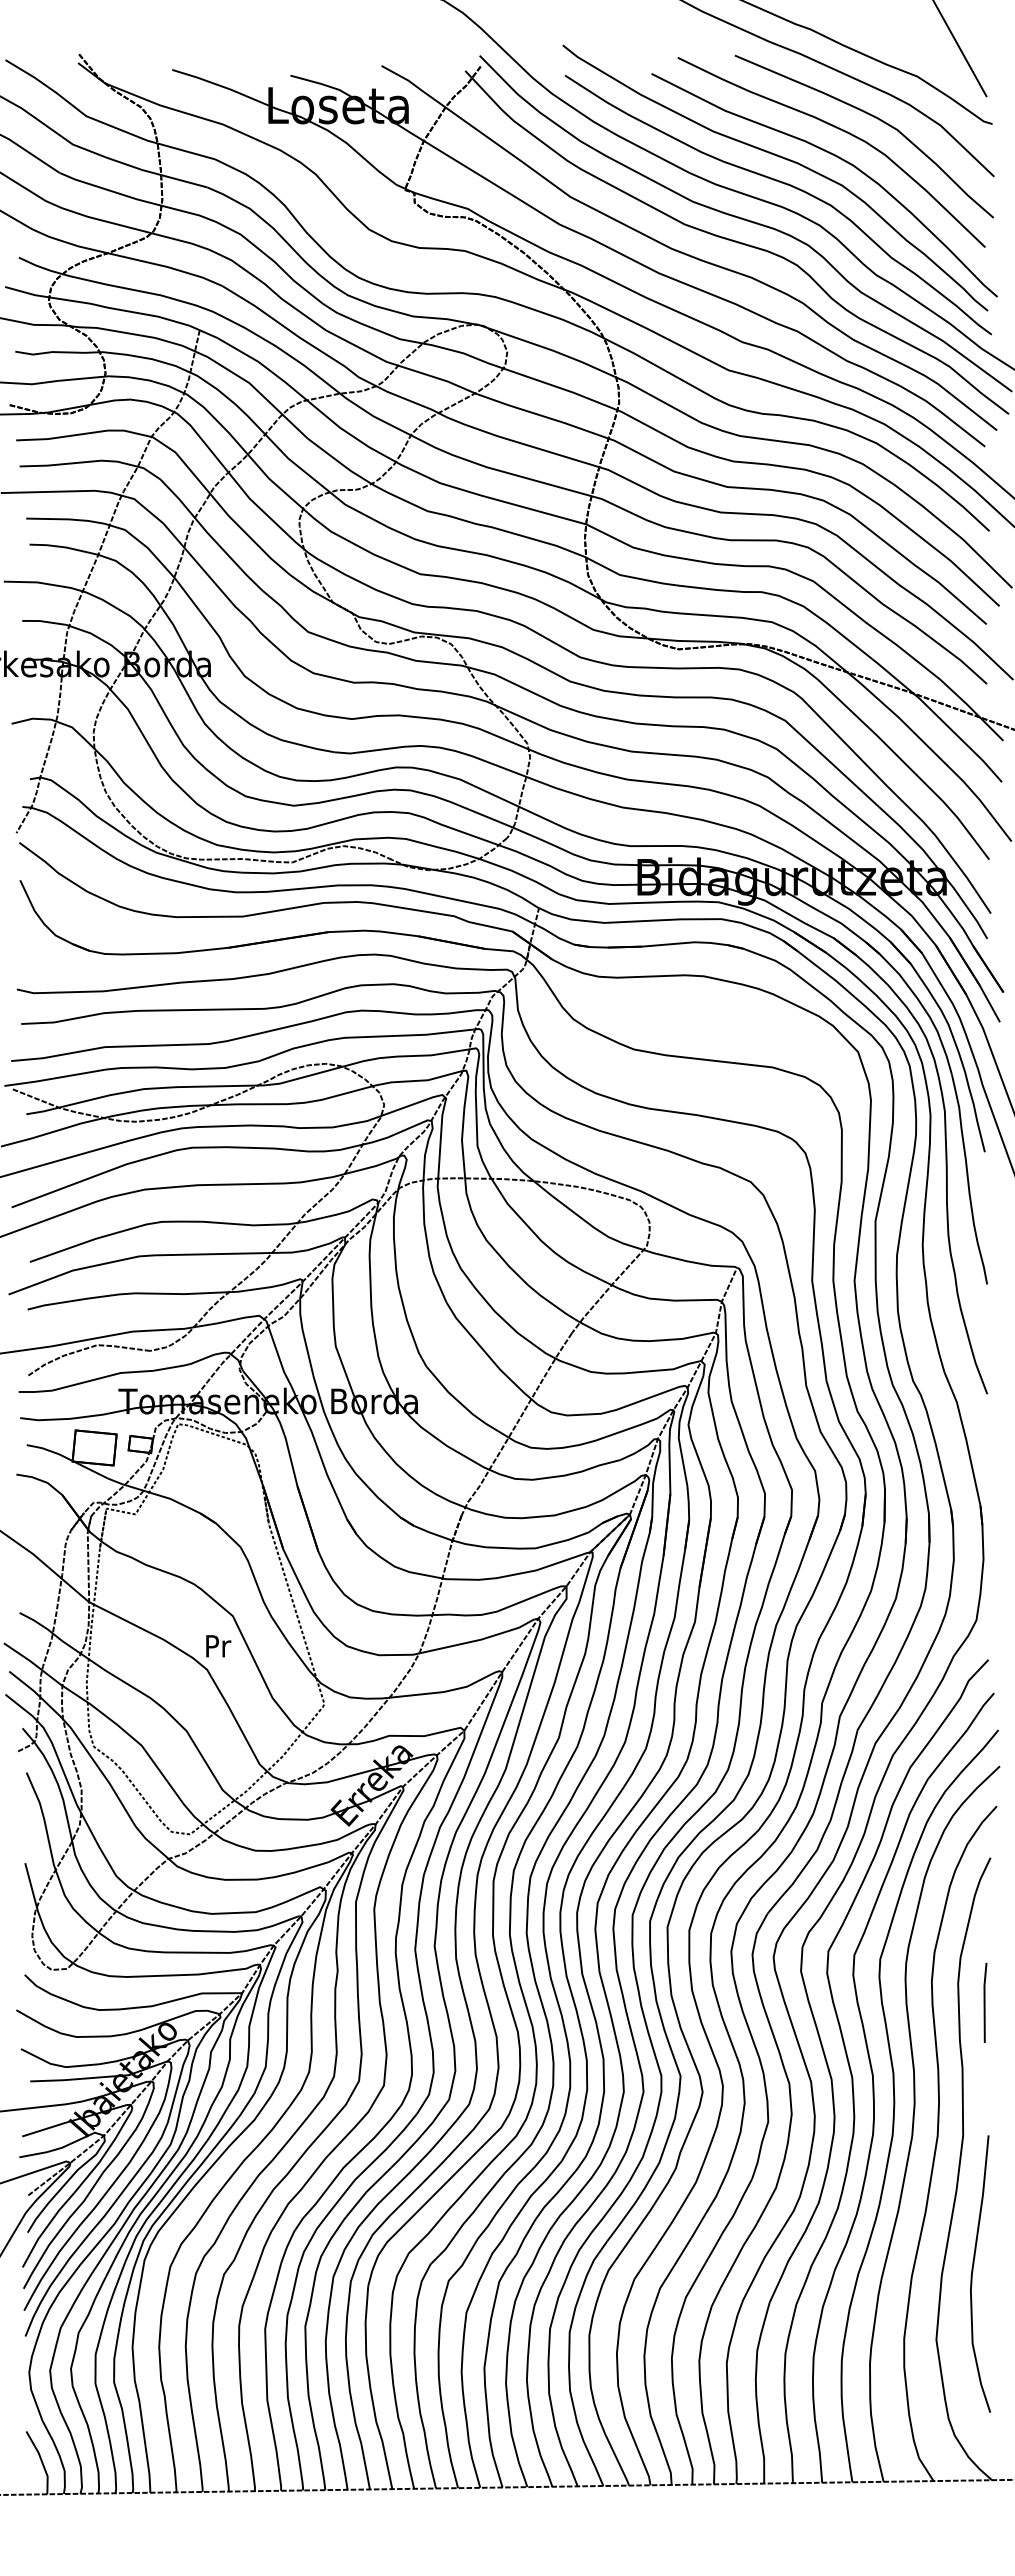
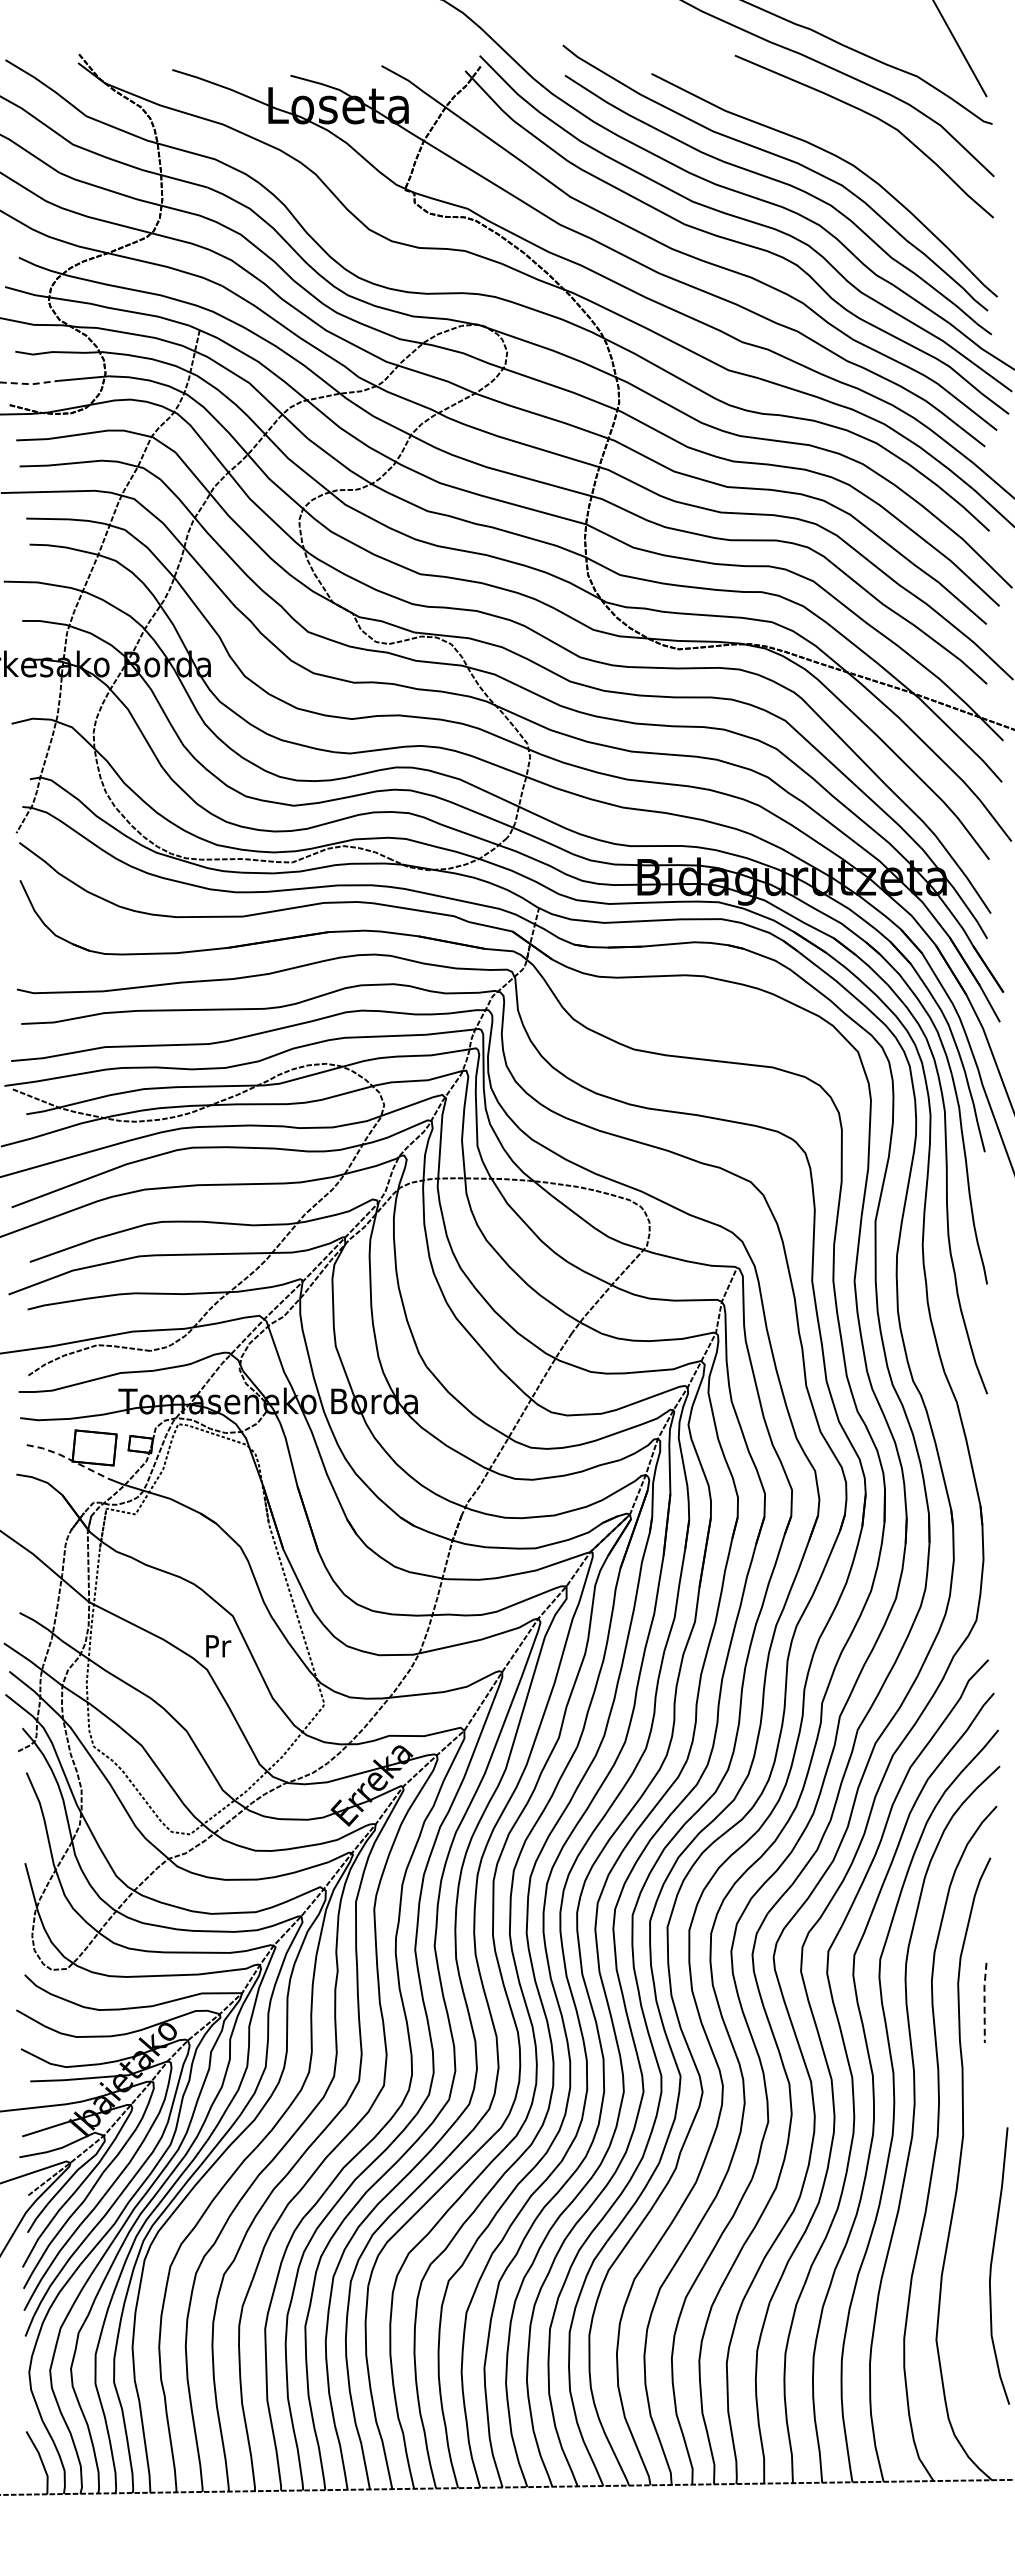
curve at (842, 131): present -> none
line at (30, 384): solid -> dashed
line at (68, 1458): solid -> dashed
line at (984, 2002): solid -> dashed
curve at (973, 2271) position: (973, 2271) -> (992, 2263)
